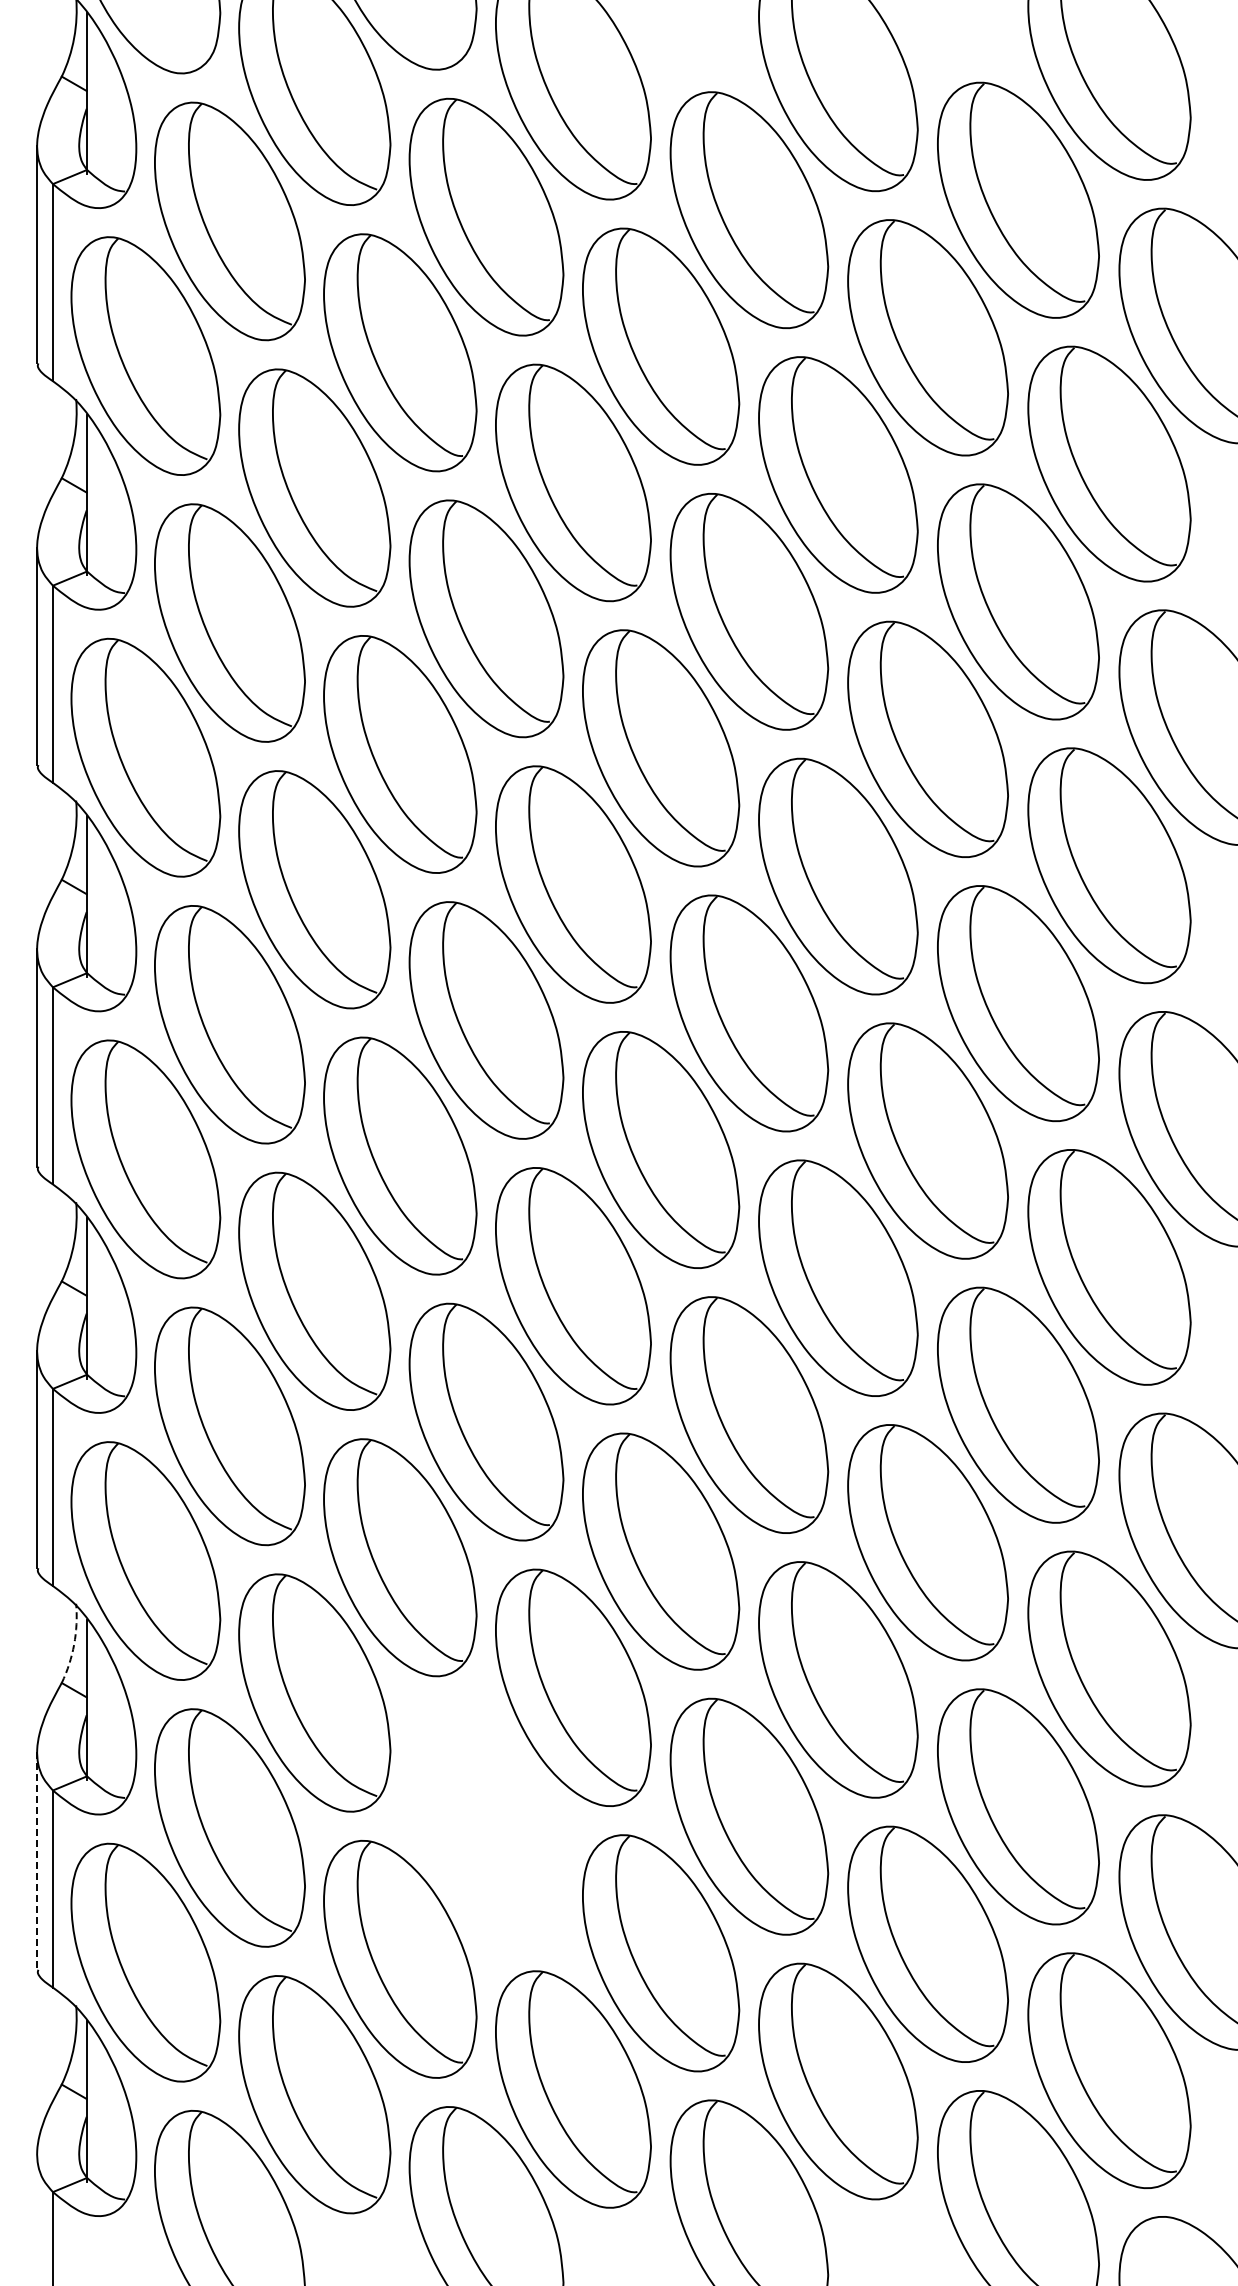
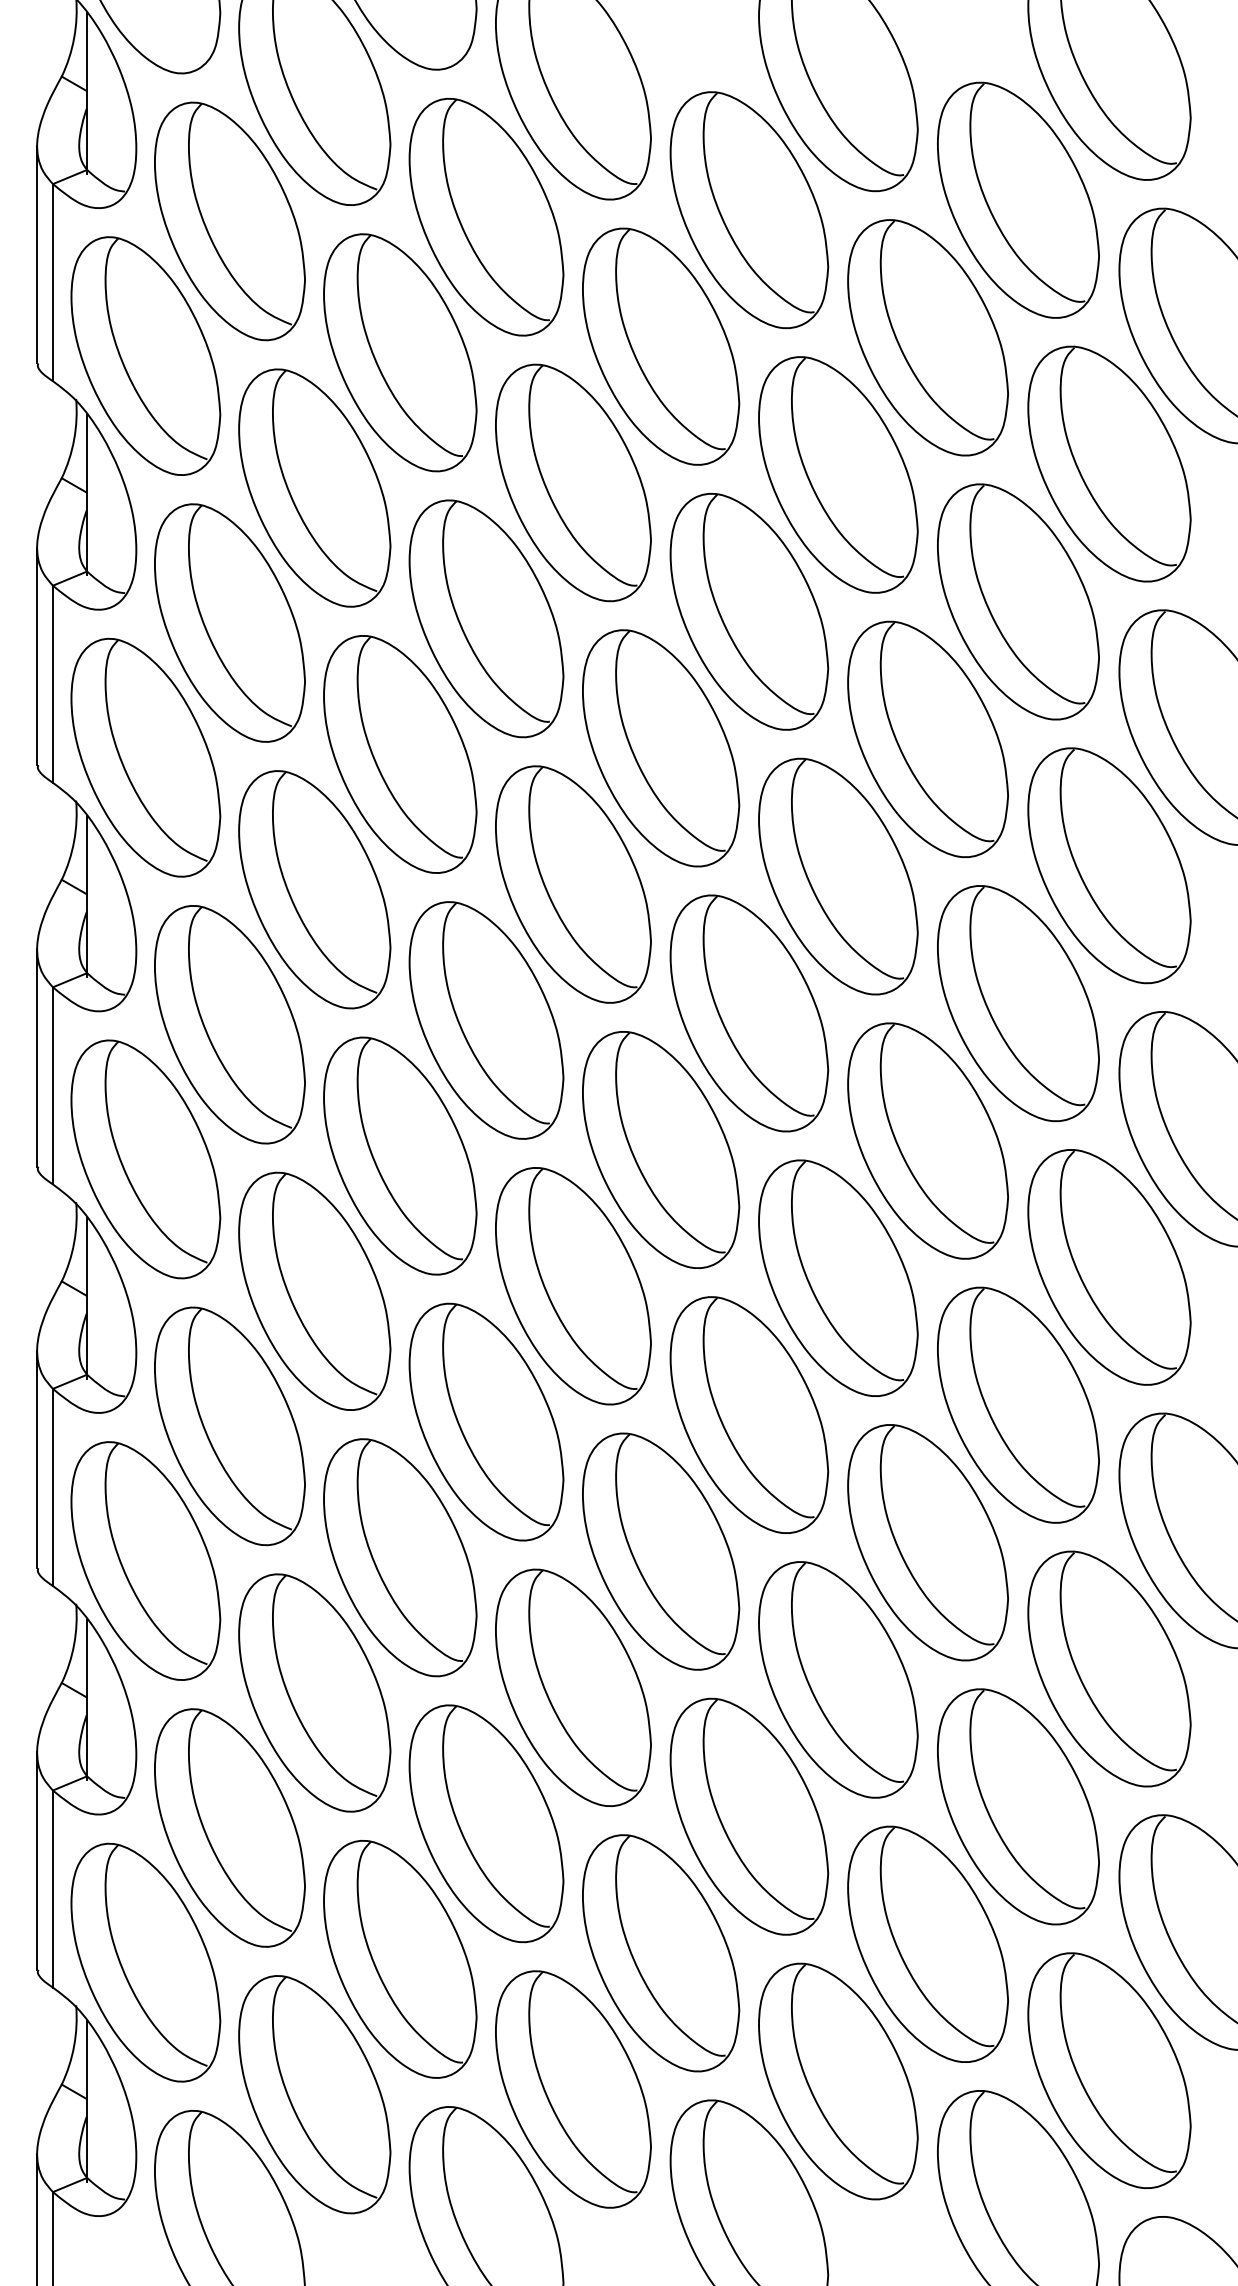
arc at (74, 1644): dashed -> solid
part at (486, 1823): none -> present
line at (37, 1861): dashed -> solid
line at (37, 2218): none -> present
